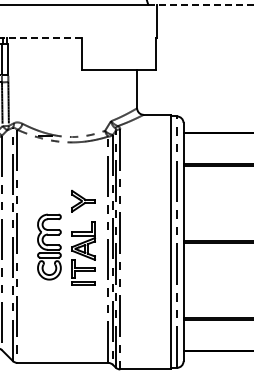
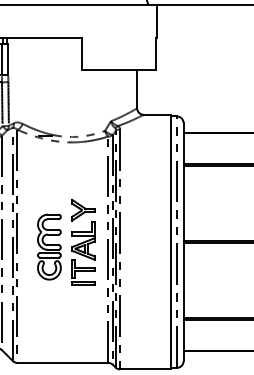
line at (201, 5): dashed -> solid
line at (41, 37): dashed -> solid
part at (83, 200) position: (83, 200) -> (83, 209)
